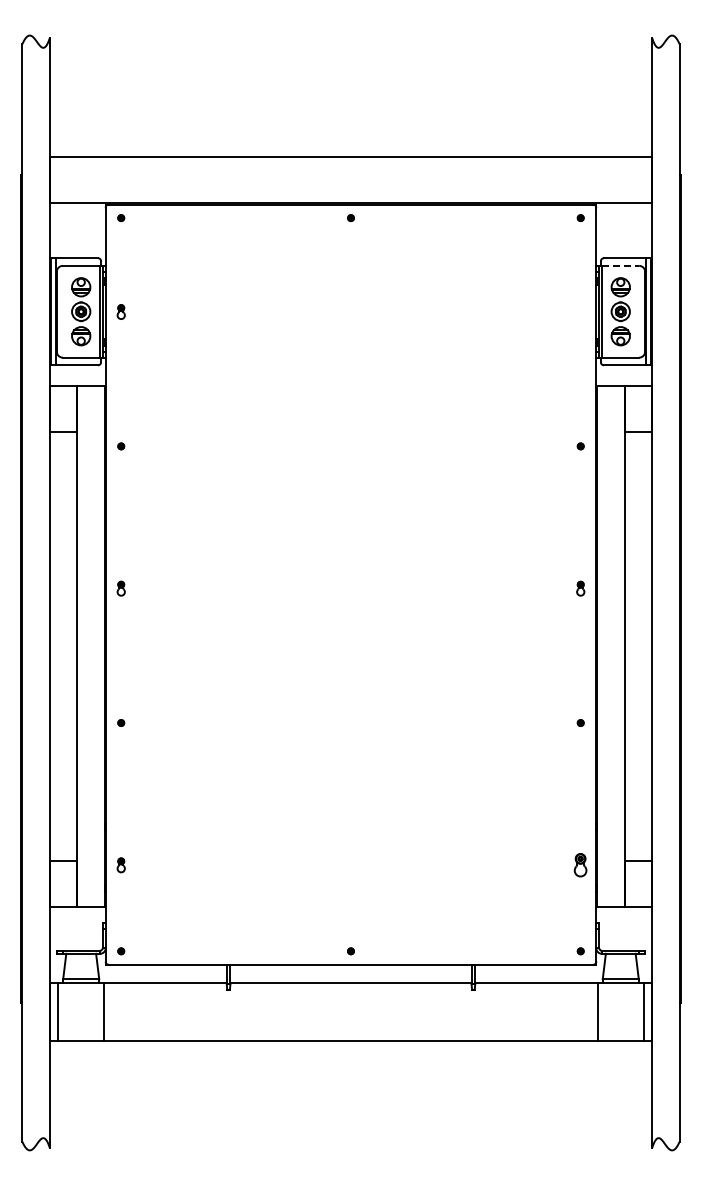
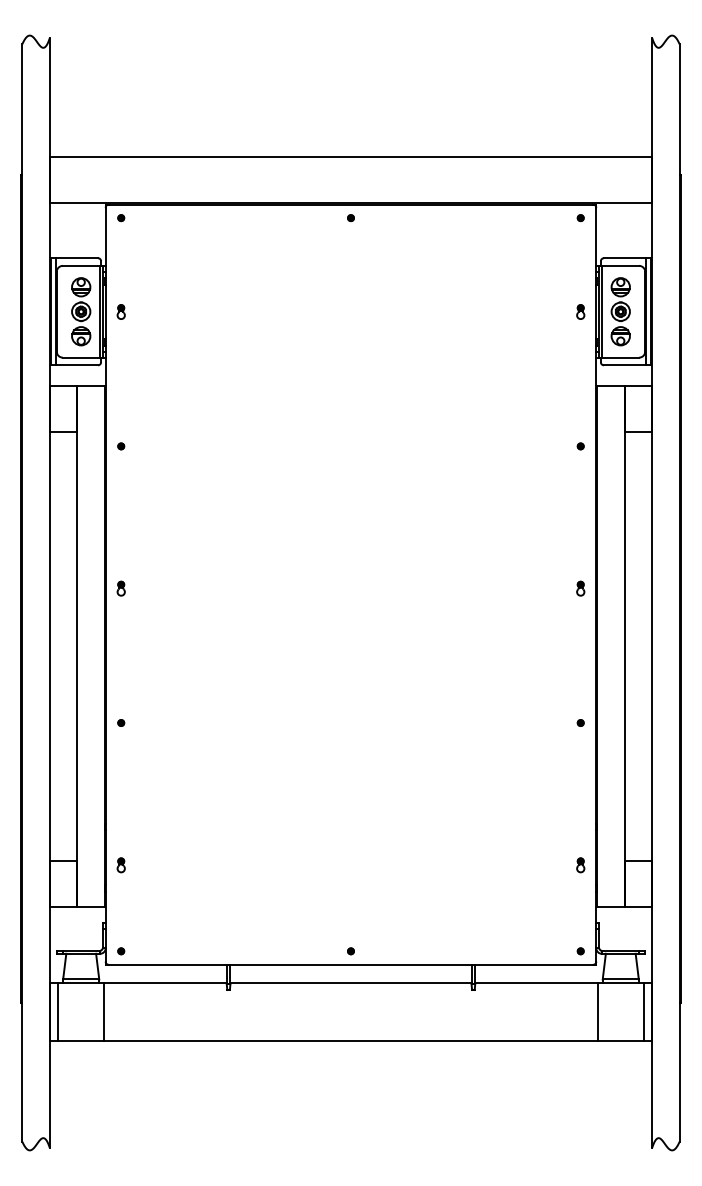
line at (620, 265): dashed -> solid
part at (580, 311): none -> present
part at (580, 865) size: 15x25 px -> 10x17 px
